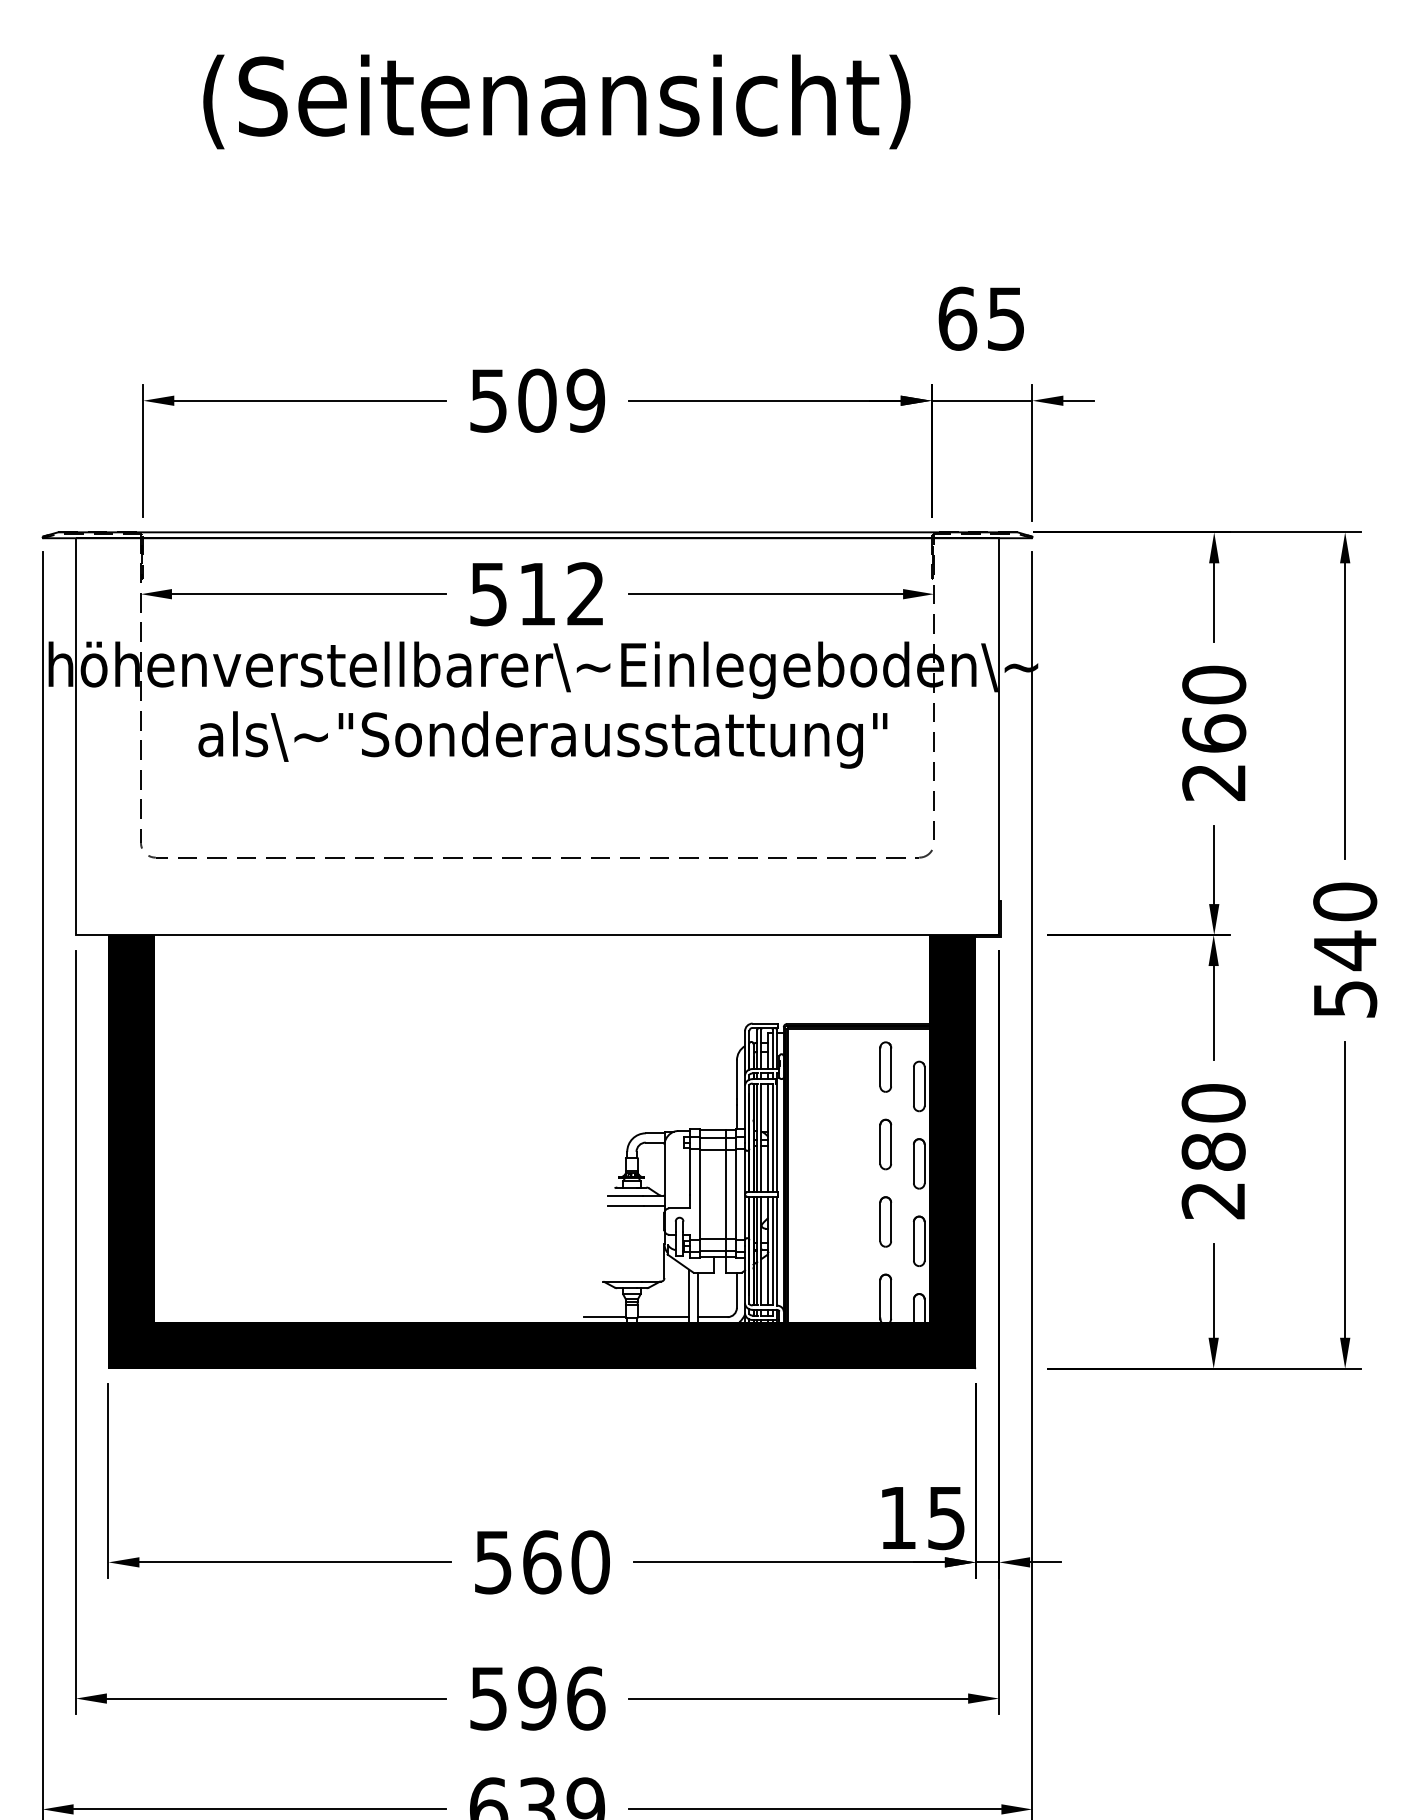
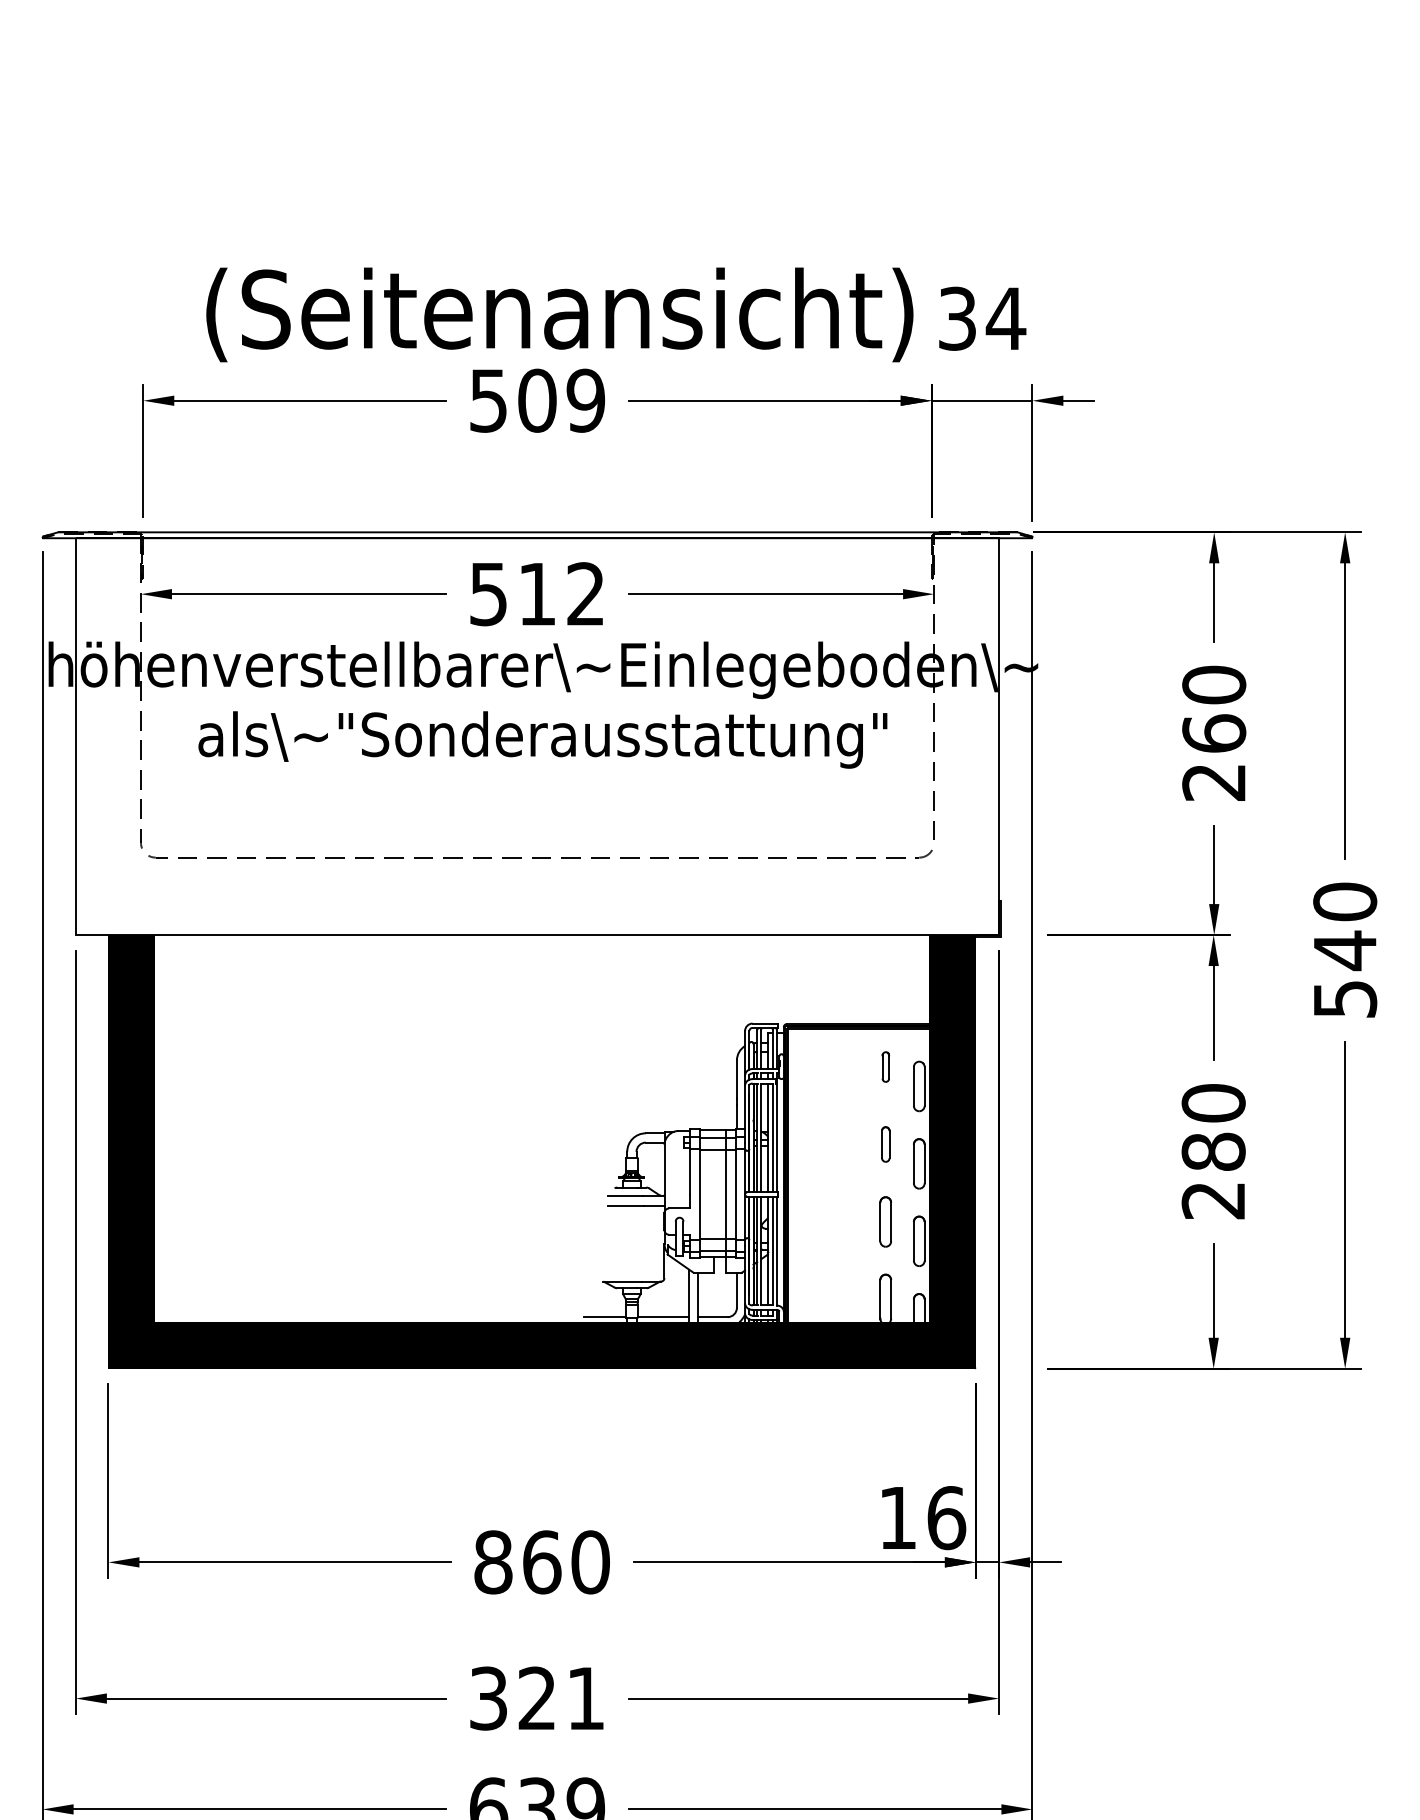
text at (556, 101) position: (556, 101) -> (559, 314)
text at (982, 318): 65 -> 34
part at (885, 1066) size: 14x52 px -> 9x32 px
part at (885, 1144) size: 14x53 px -> 10x37 px
text at (946, 1518): 15 -> 16
text at (493, 1562): 560 -> 860
text at (537, 1698): 596 -> 321
